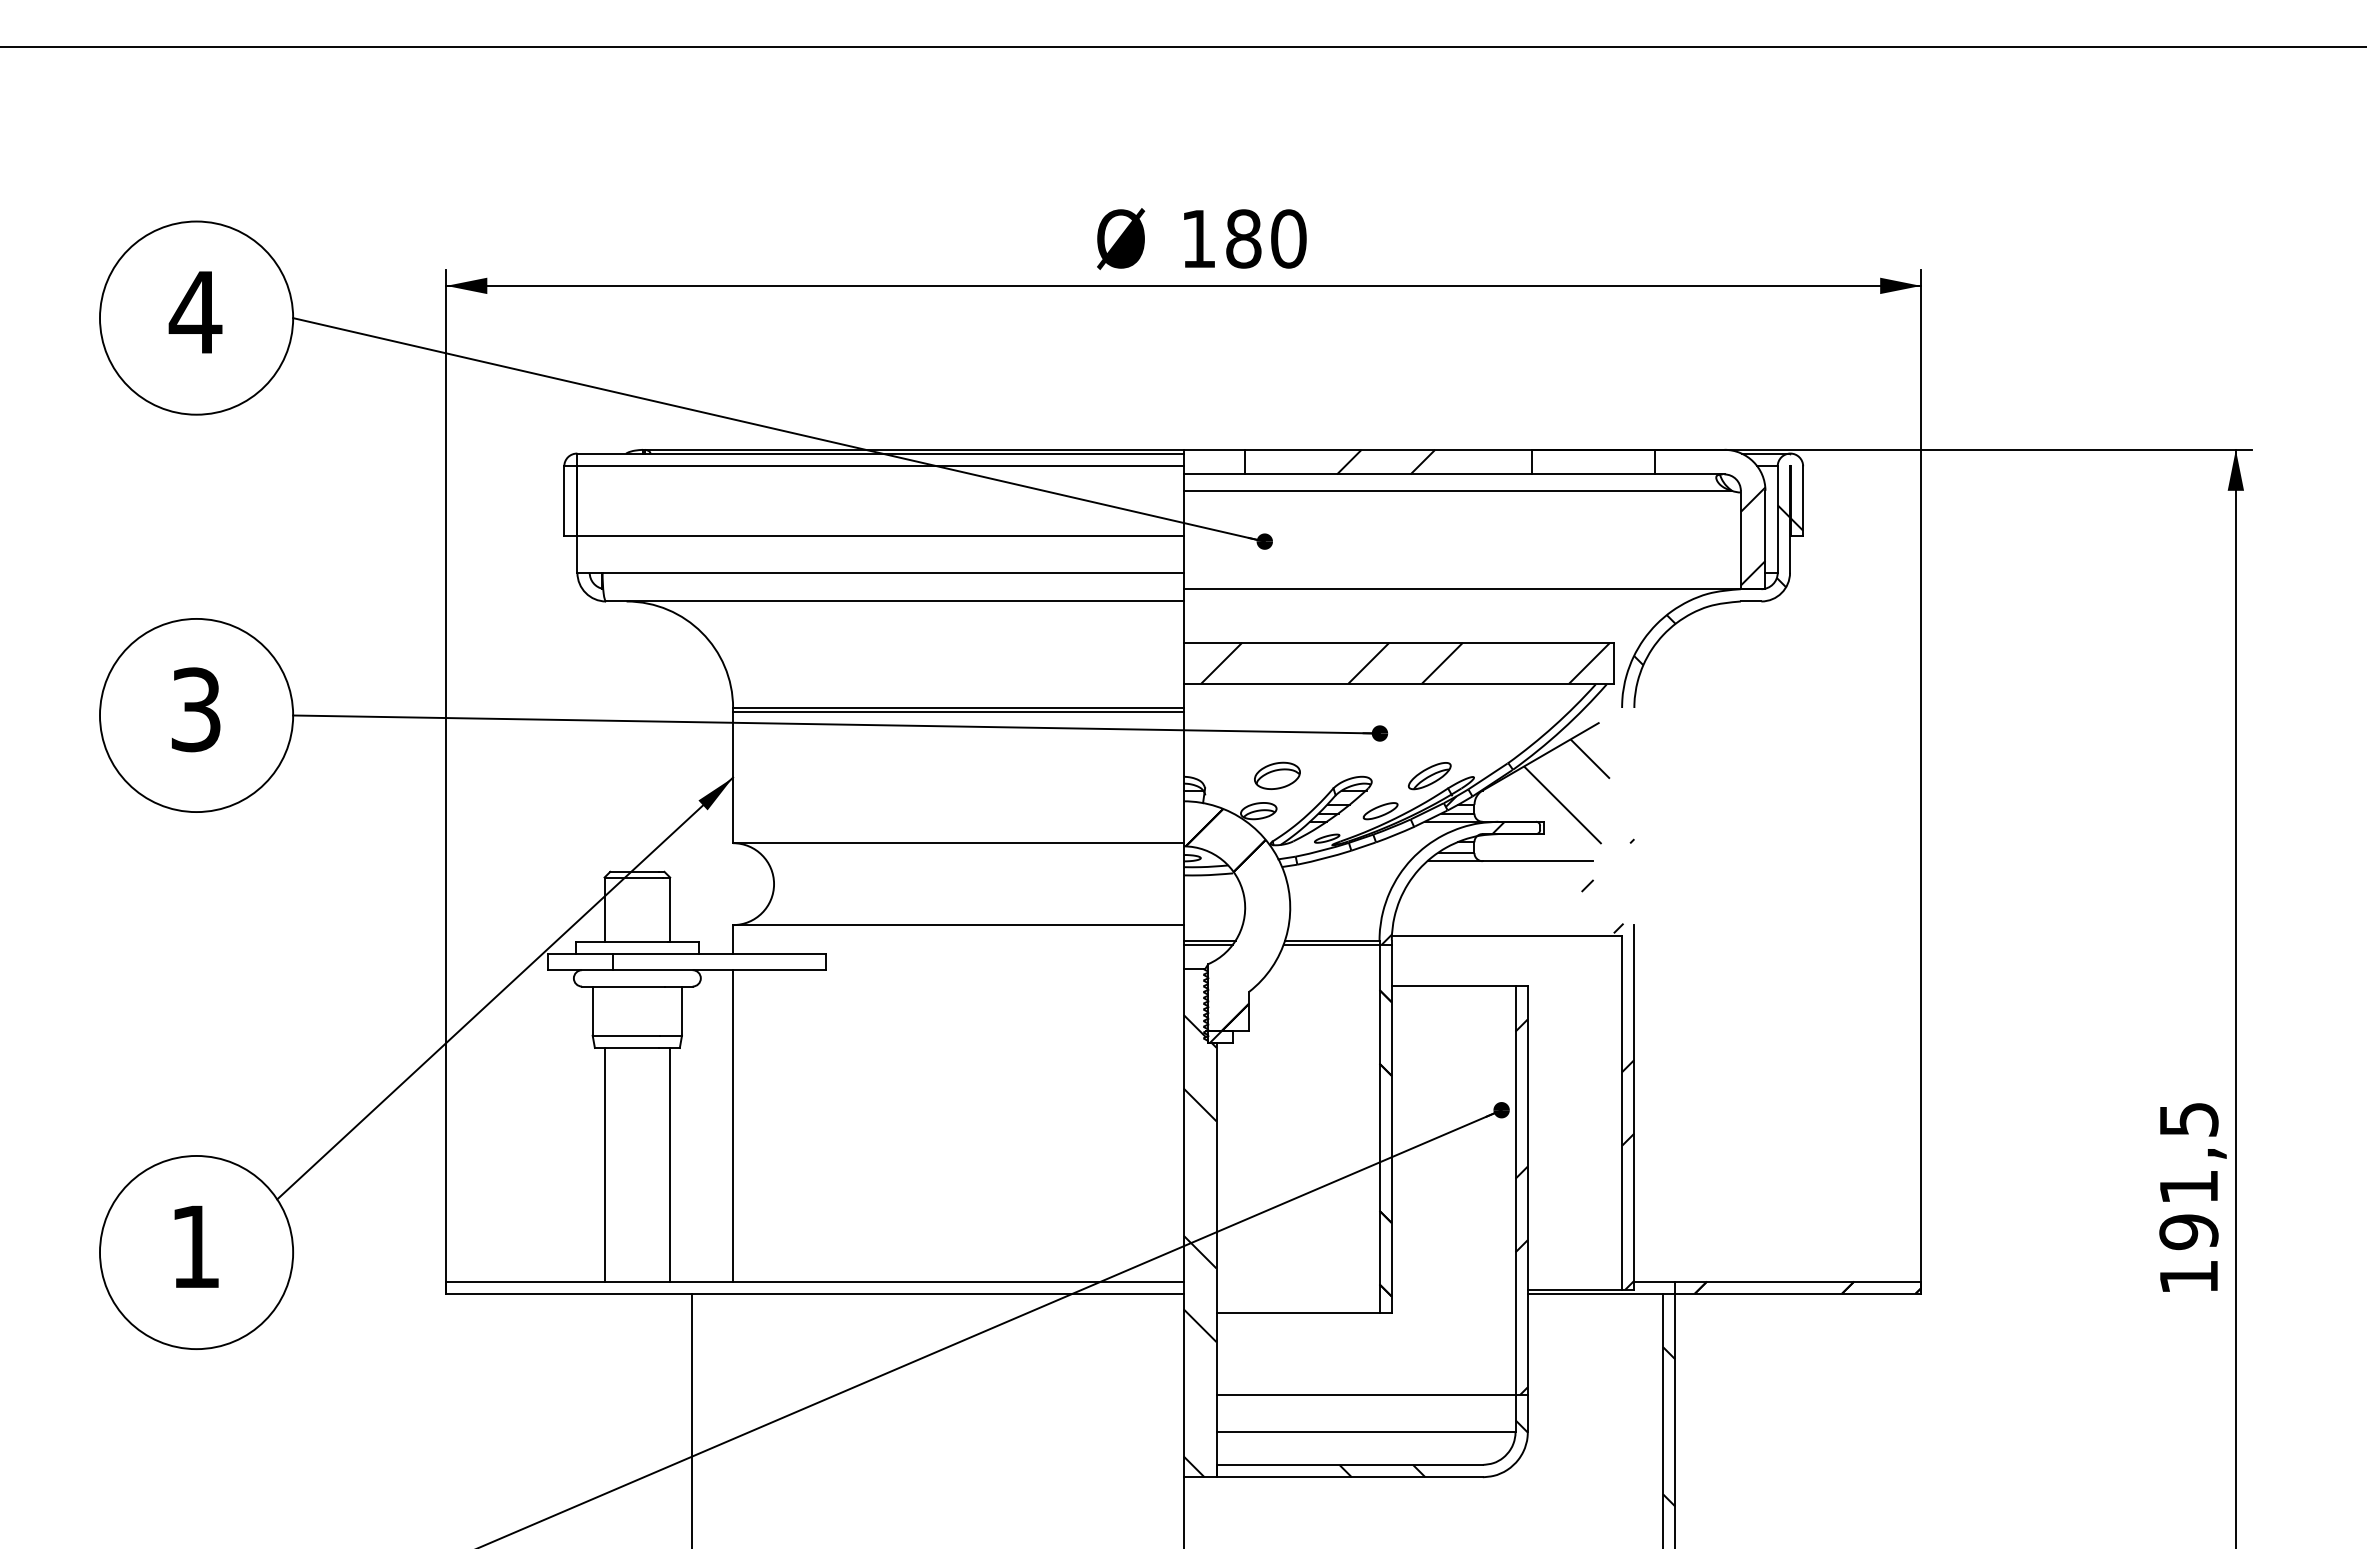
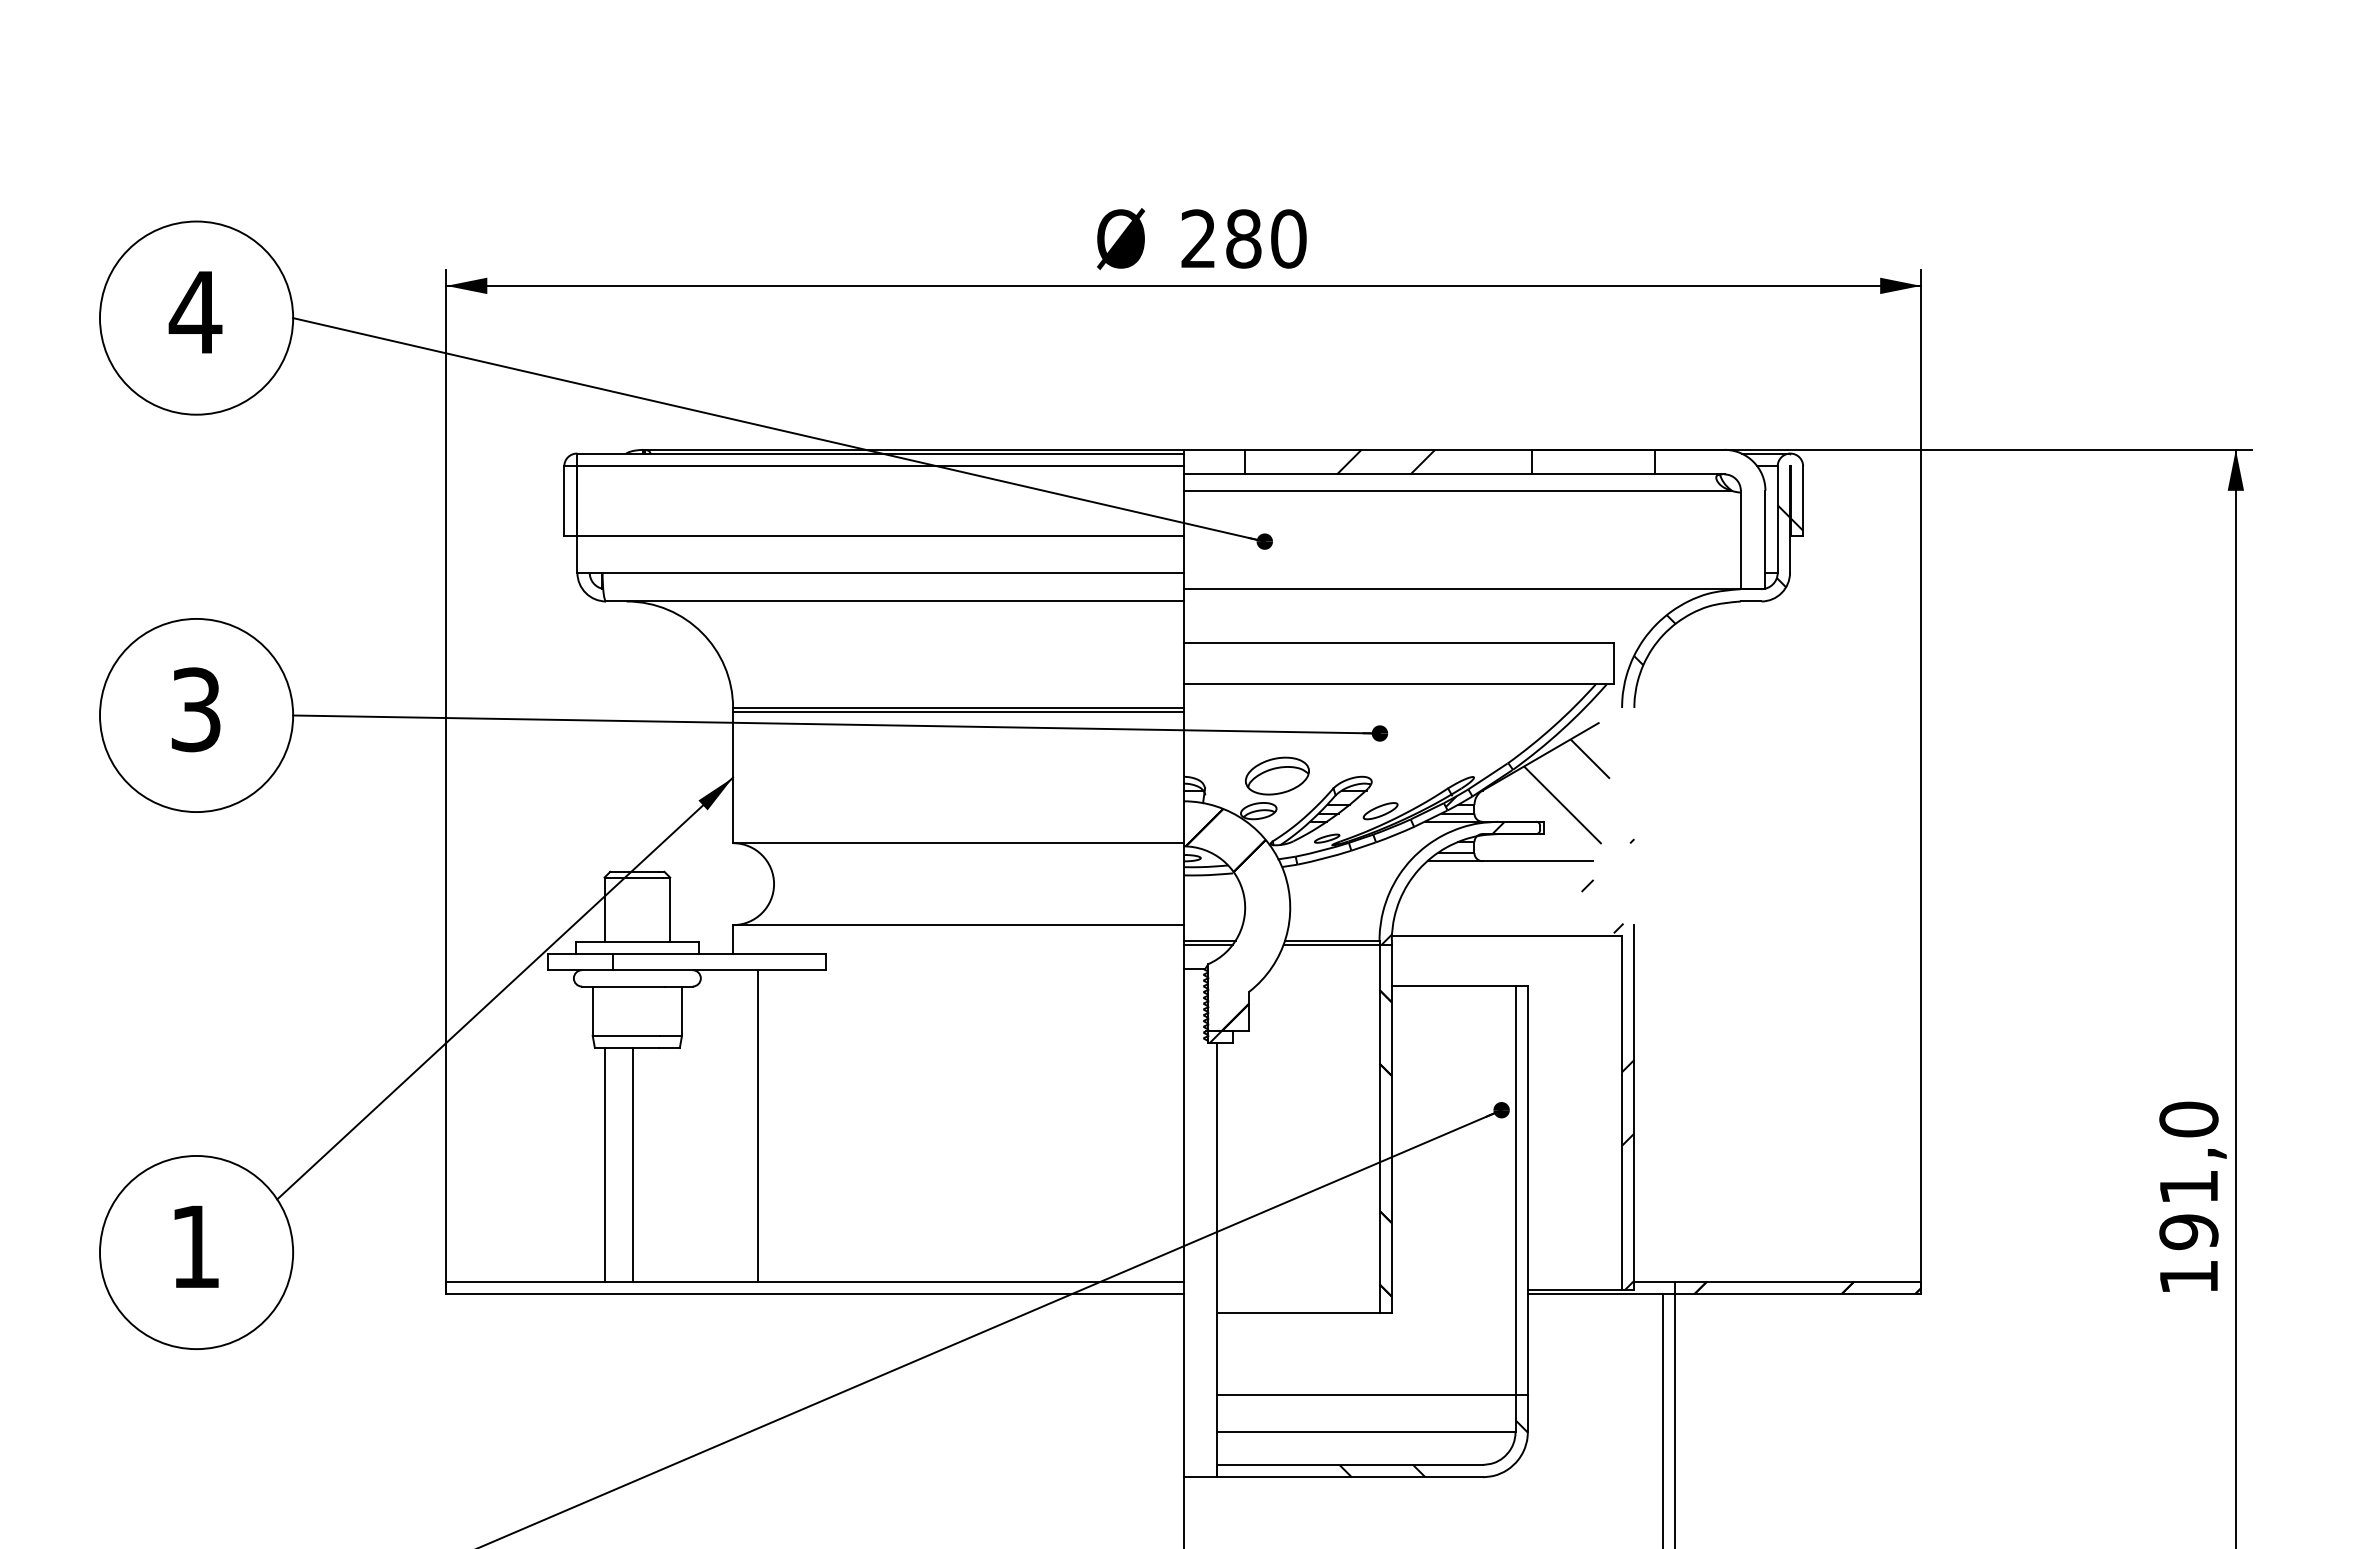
line at (1182, 46): present -> none
text at (1197, 238): 180 -> 280
hatch at (1709, 517): present -> none
hatch at (1405, 662): present -> none
part at (1277, 775) size: 47x29 px -> 66x40 px
part at (1429, 776): present -> none
text at (2188, 1119): 191,5 -> 191,0
line at (733, 1125) position: (733, 1125) -> (758, 1125)
line at (670, 1164) position: (670, 1164) -> (633, 1164)
hatch at (1521, 1207): present -> none
hatch at (1199, 1246): present -> none
line at (692, 1419): present -> none
hatch at (1669, 1426): present -> none
